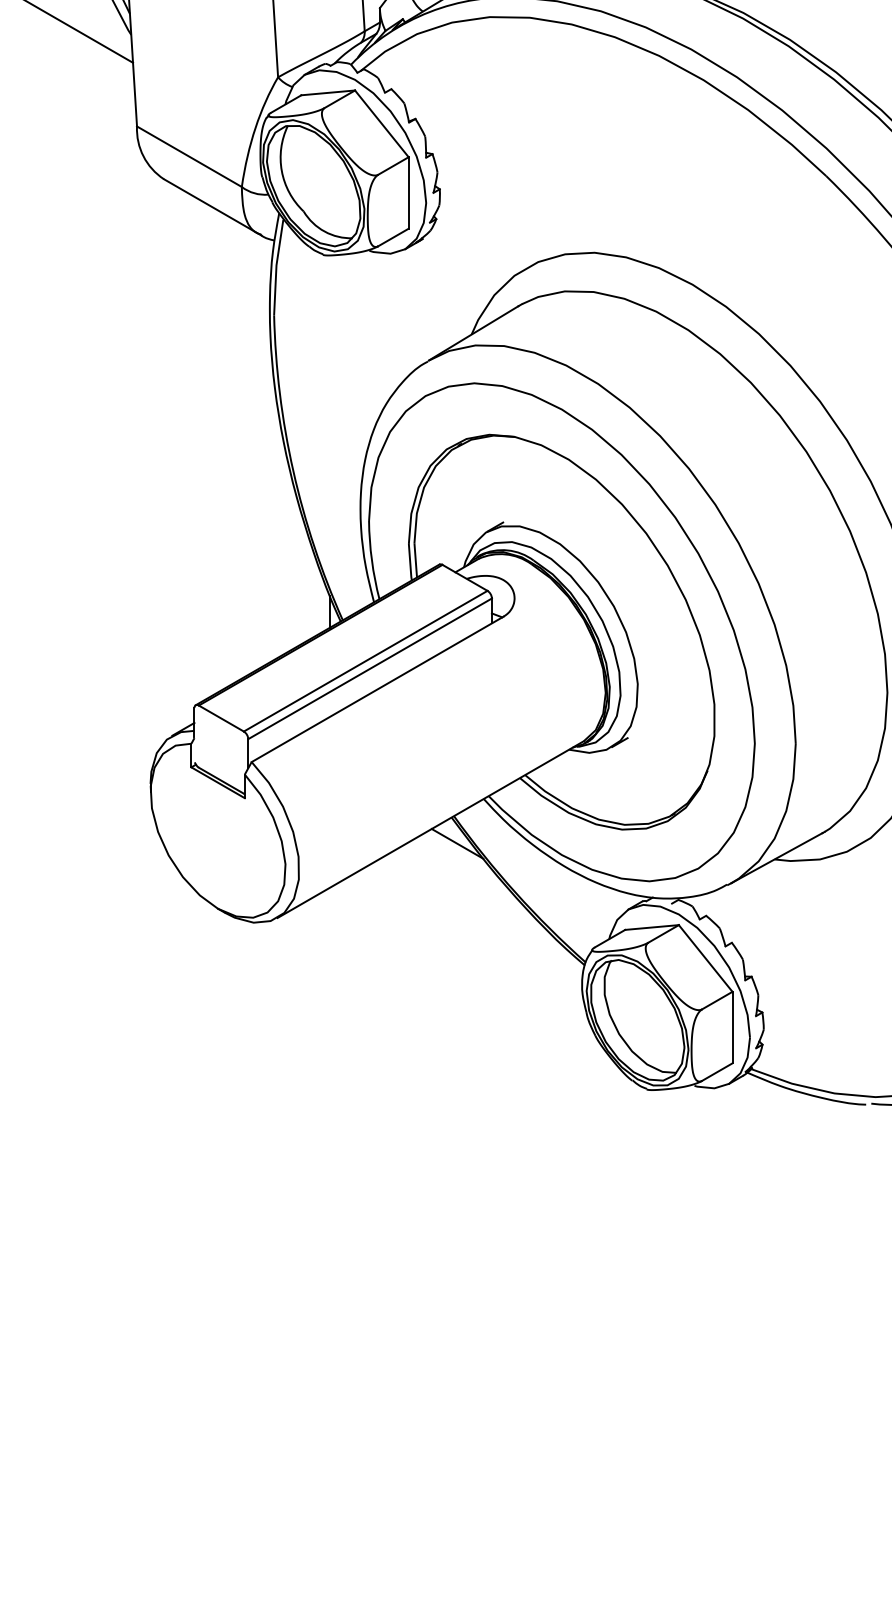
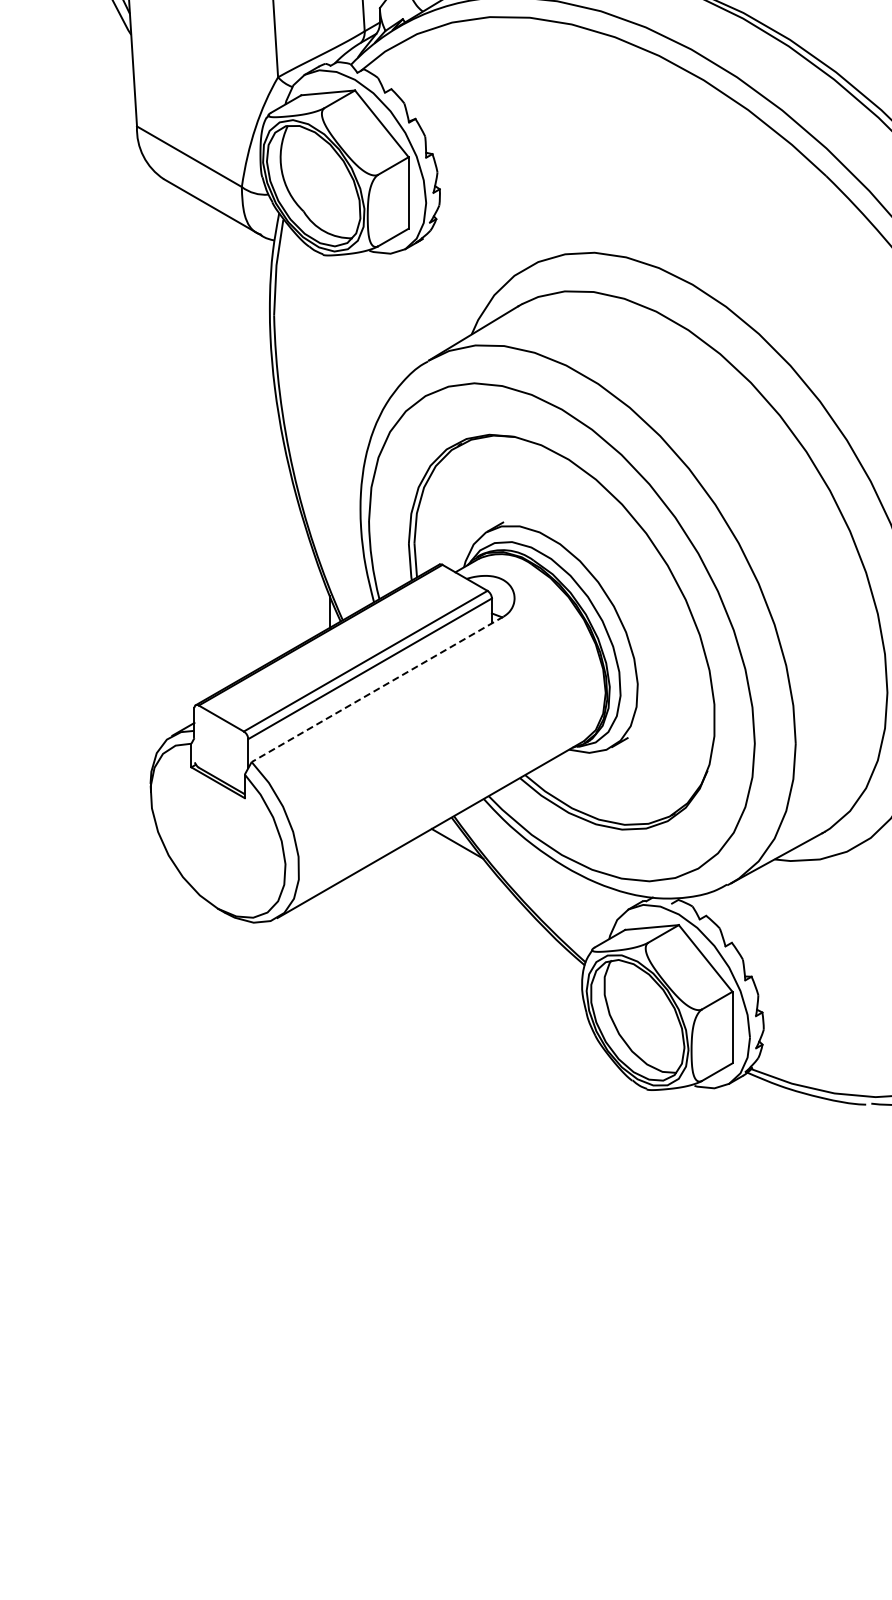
line at (80, 32): present -> none
line at (377, 689): solid -> dashed
